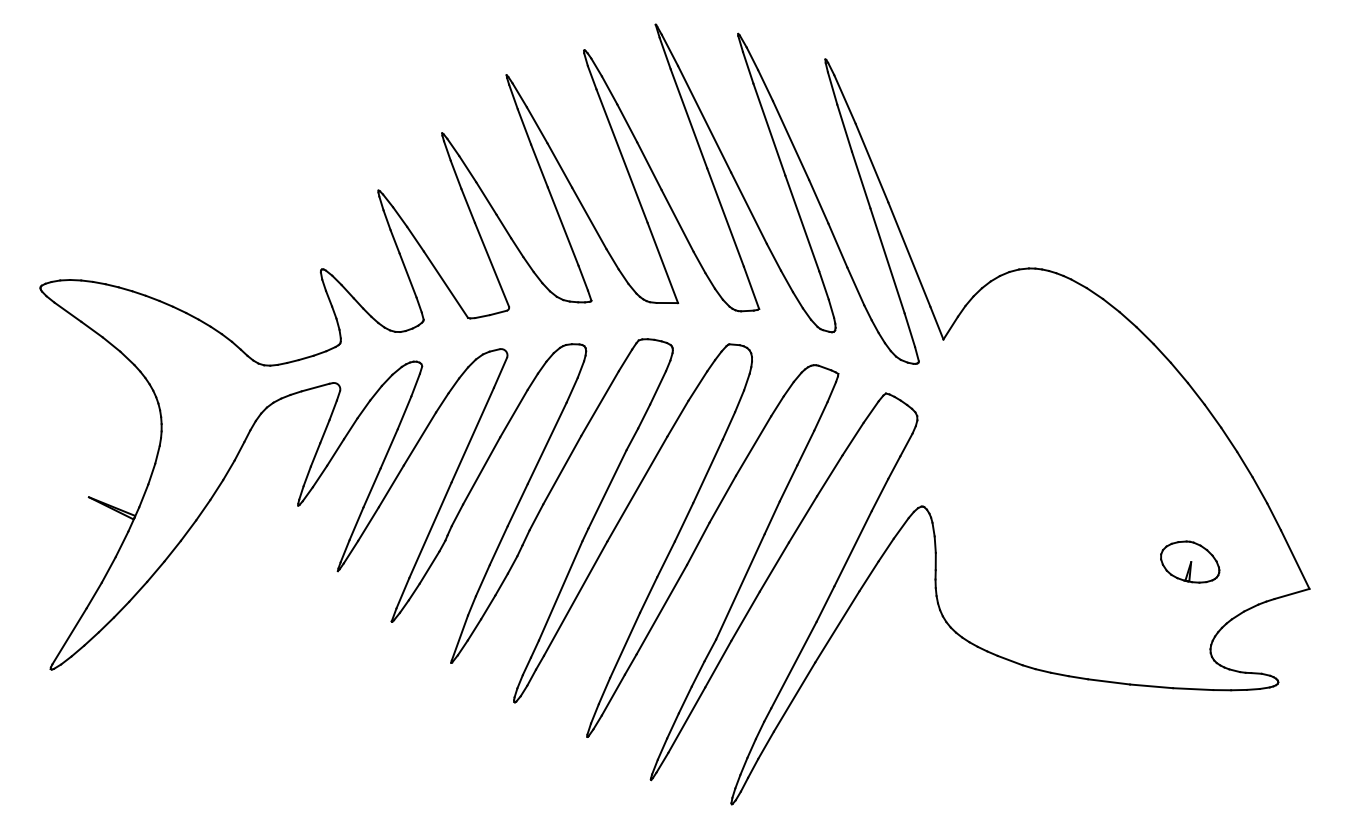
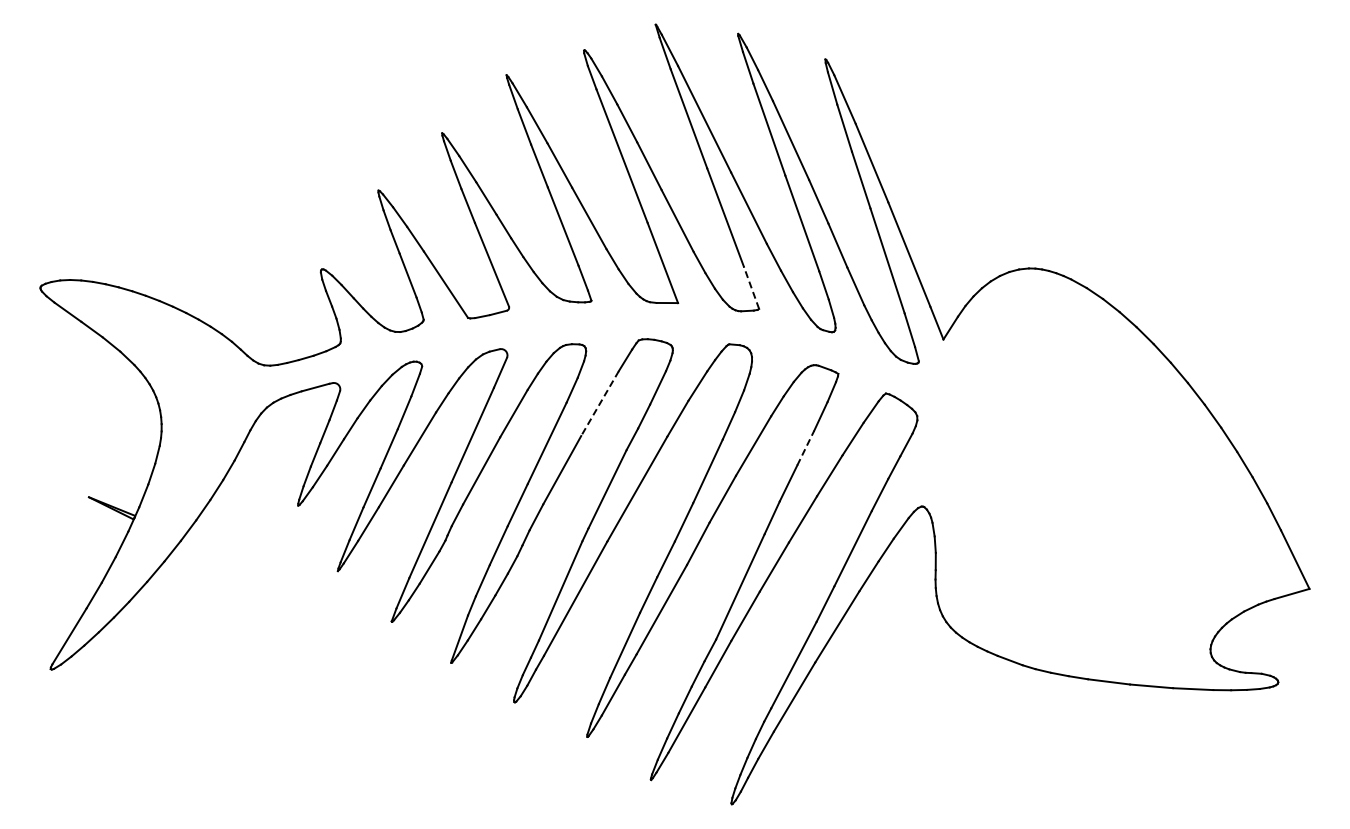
line at (751, 287): solid -> dashed
line at (600, 403): solid -> dashed
line at (805, 447): solid -> dashed
part at (1190, 561): present -> none
